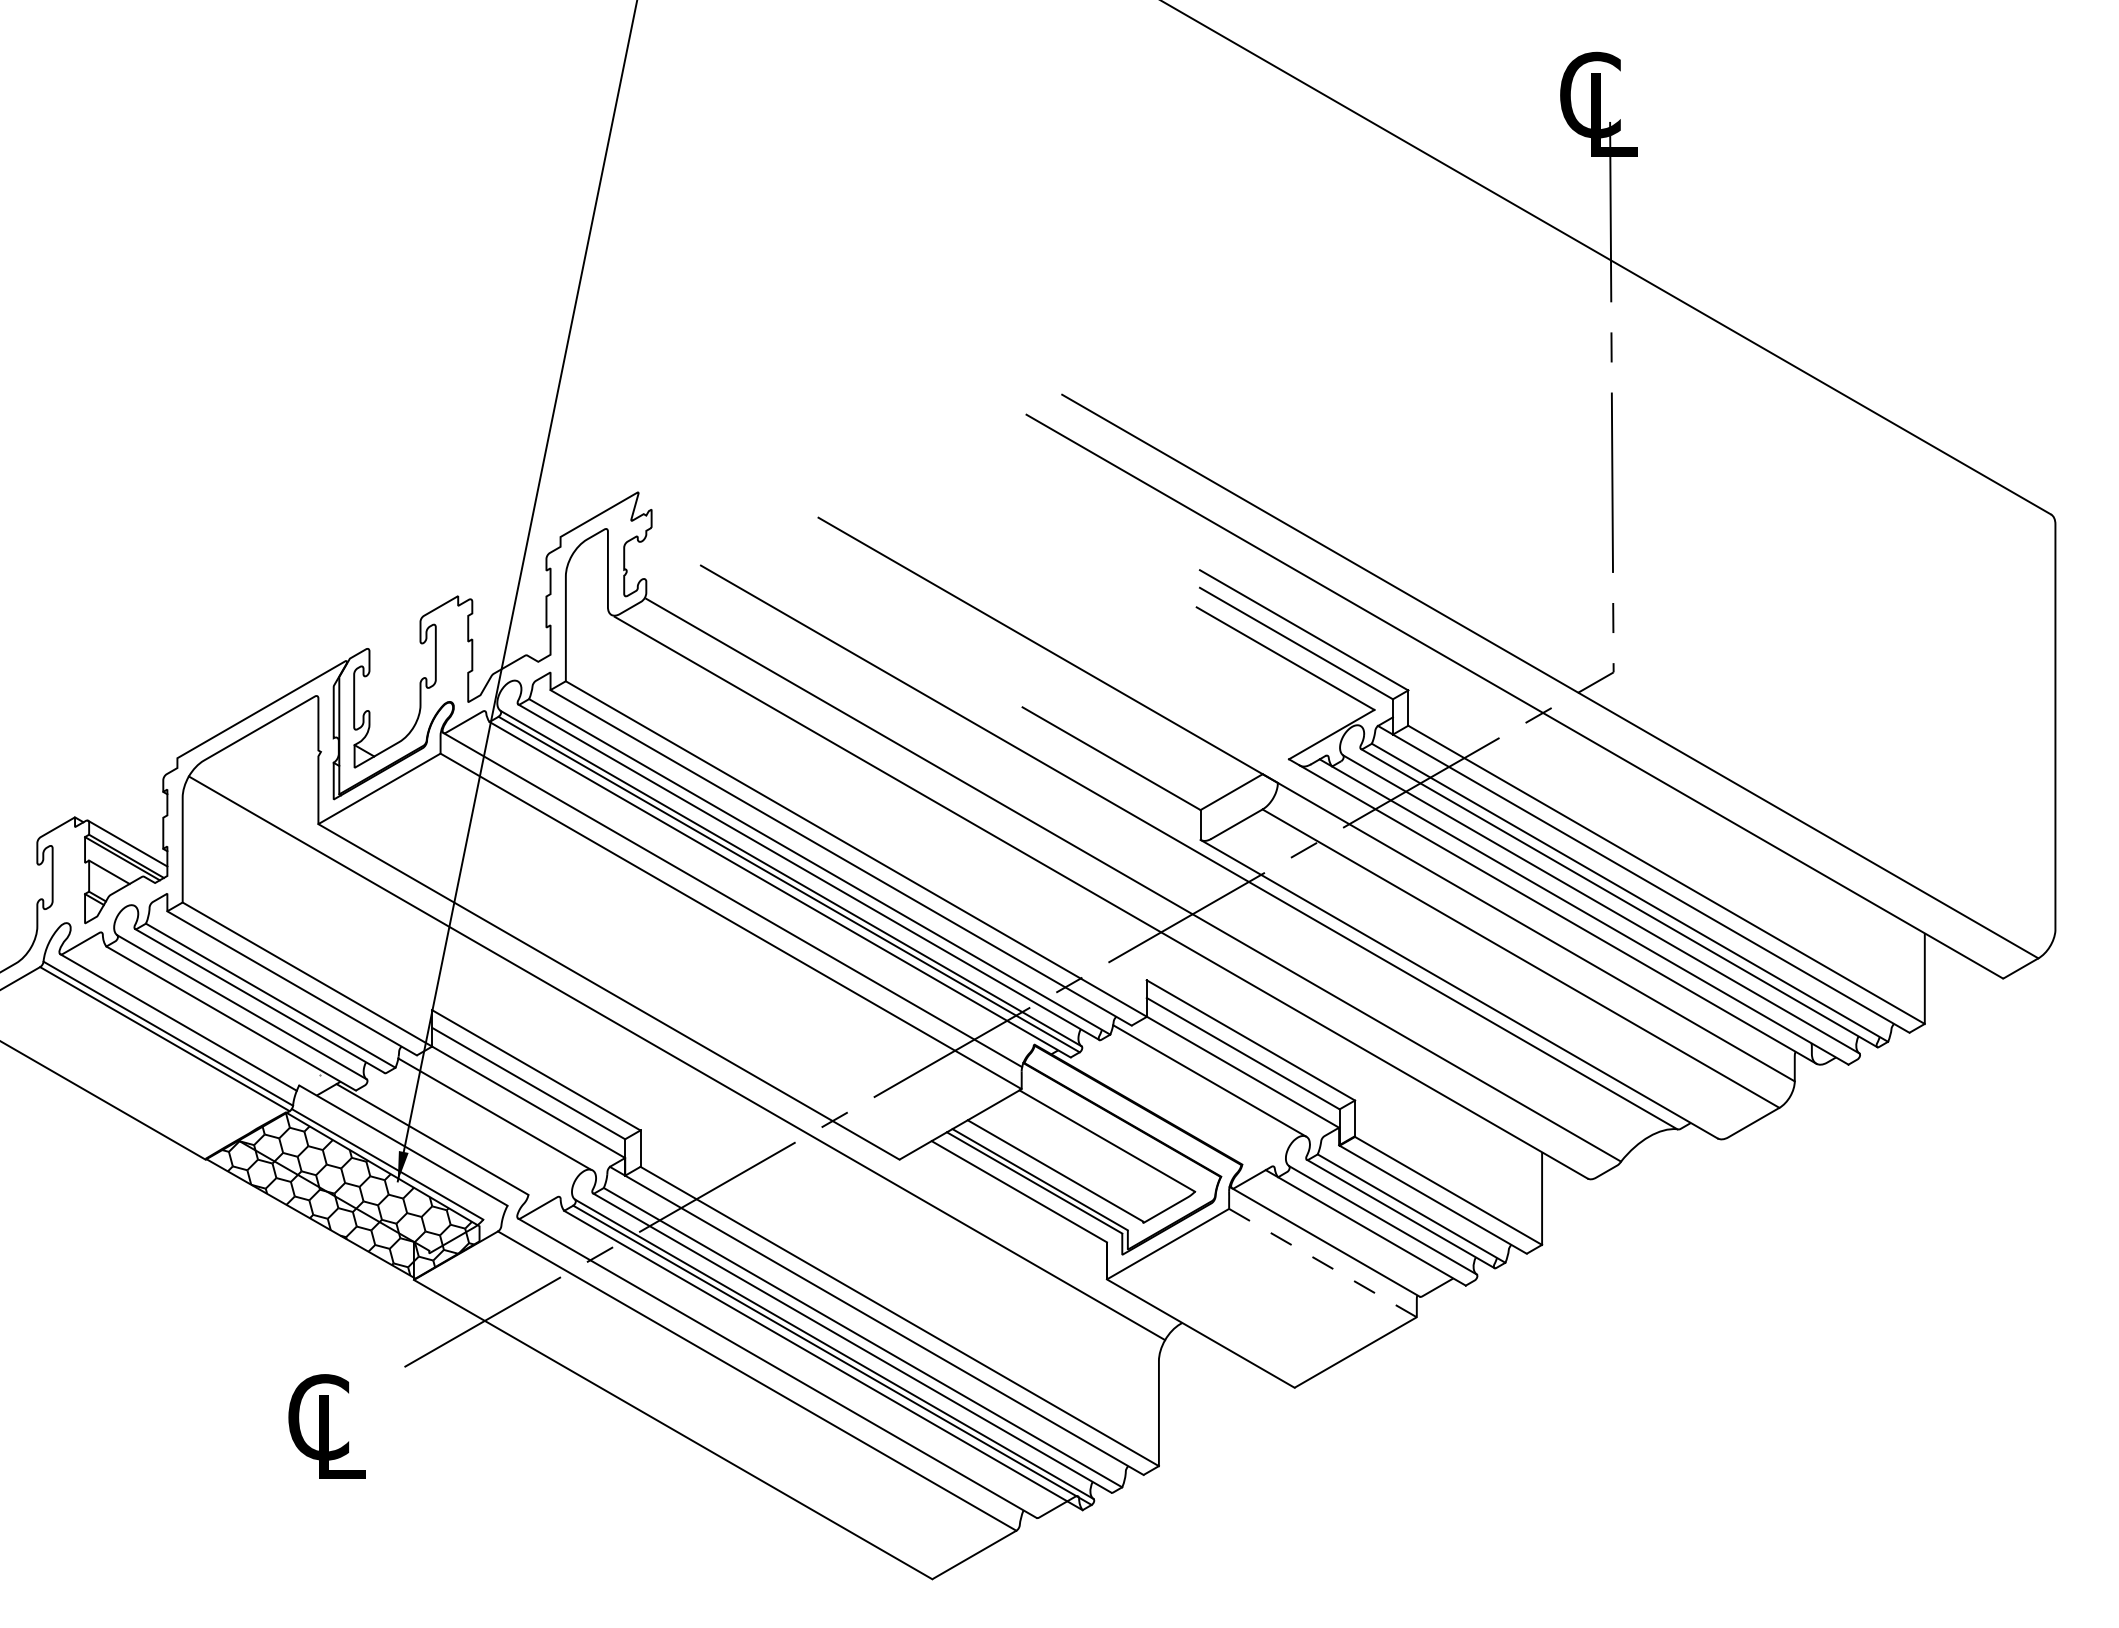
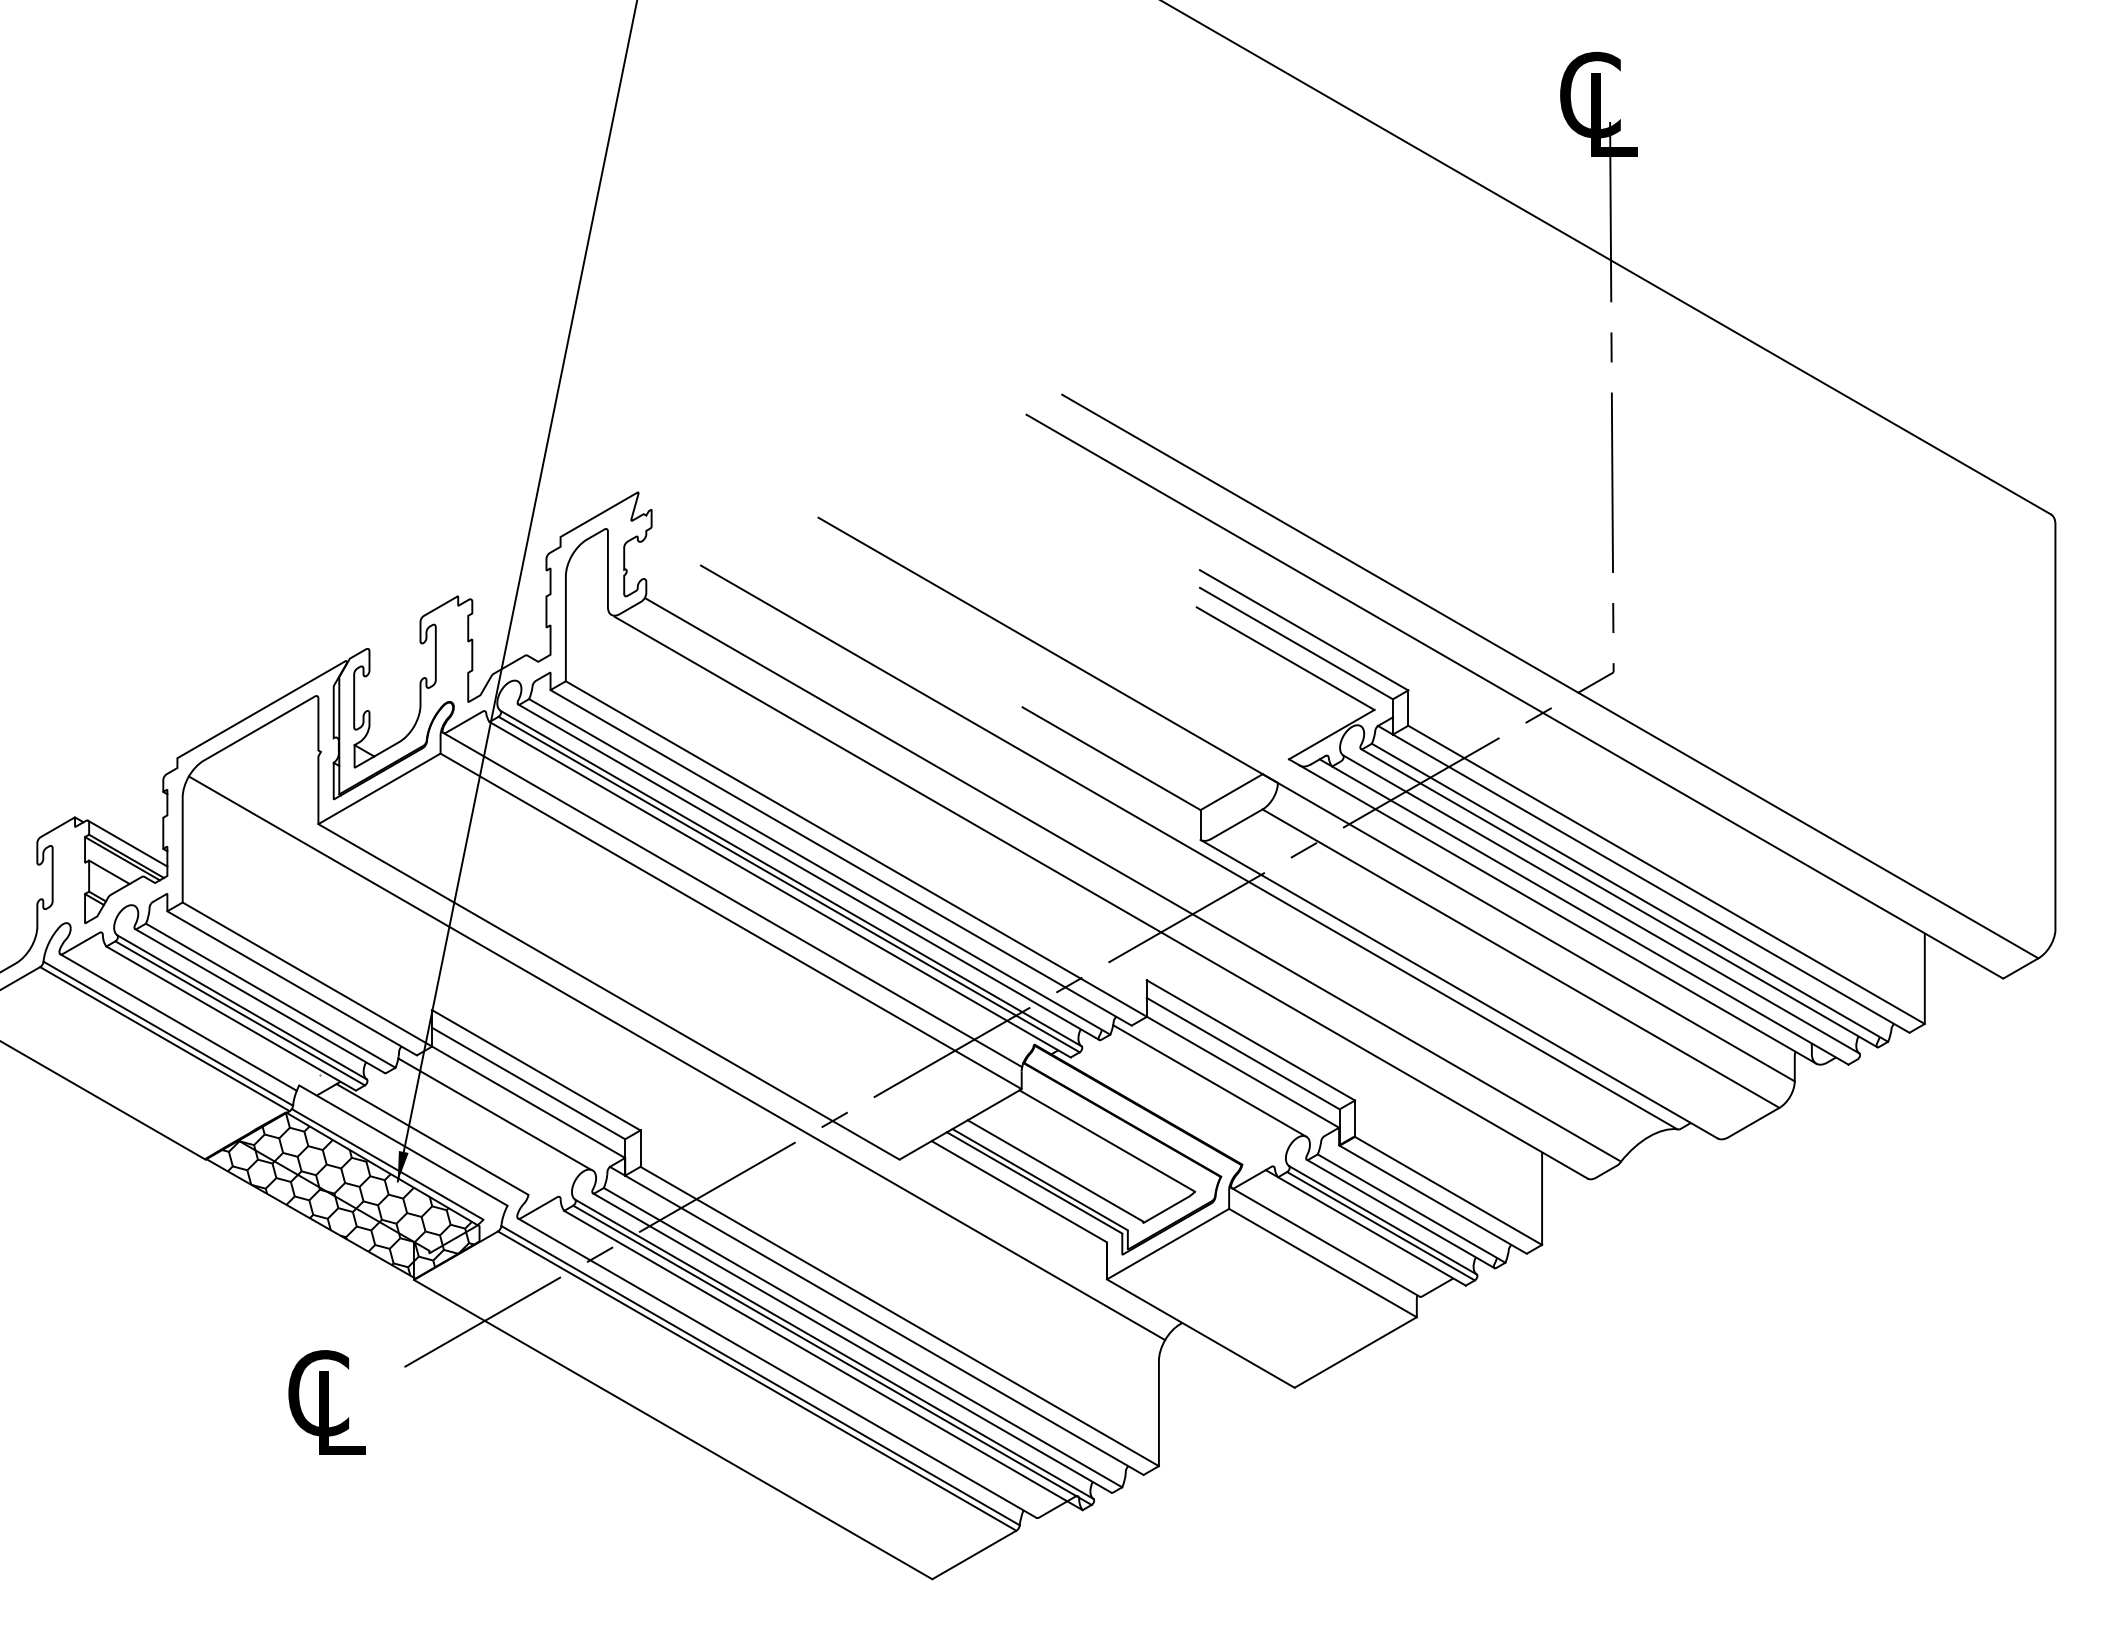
line at (239, 1013): none -> present
line at (1380, 1226): none -> present
line at (1323, 1263): dashed -> solid
line at (760, 1375): none -> present
text at (326, 1426) position: (326, 1426) -> (326, 1402)
